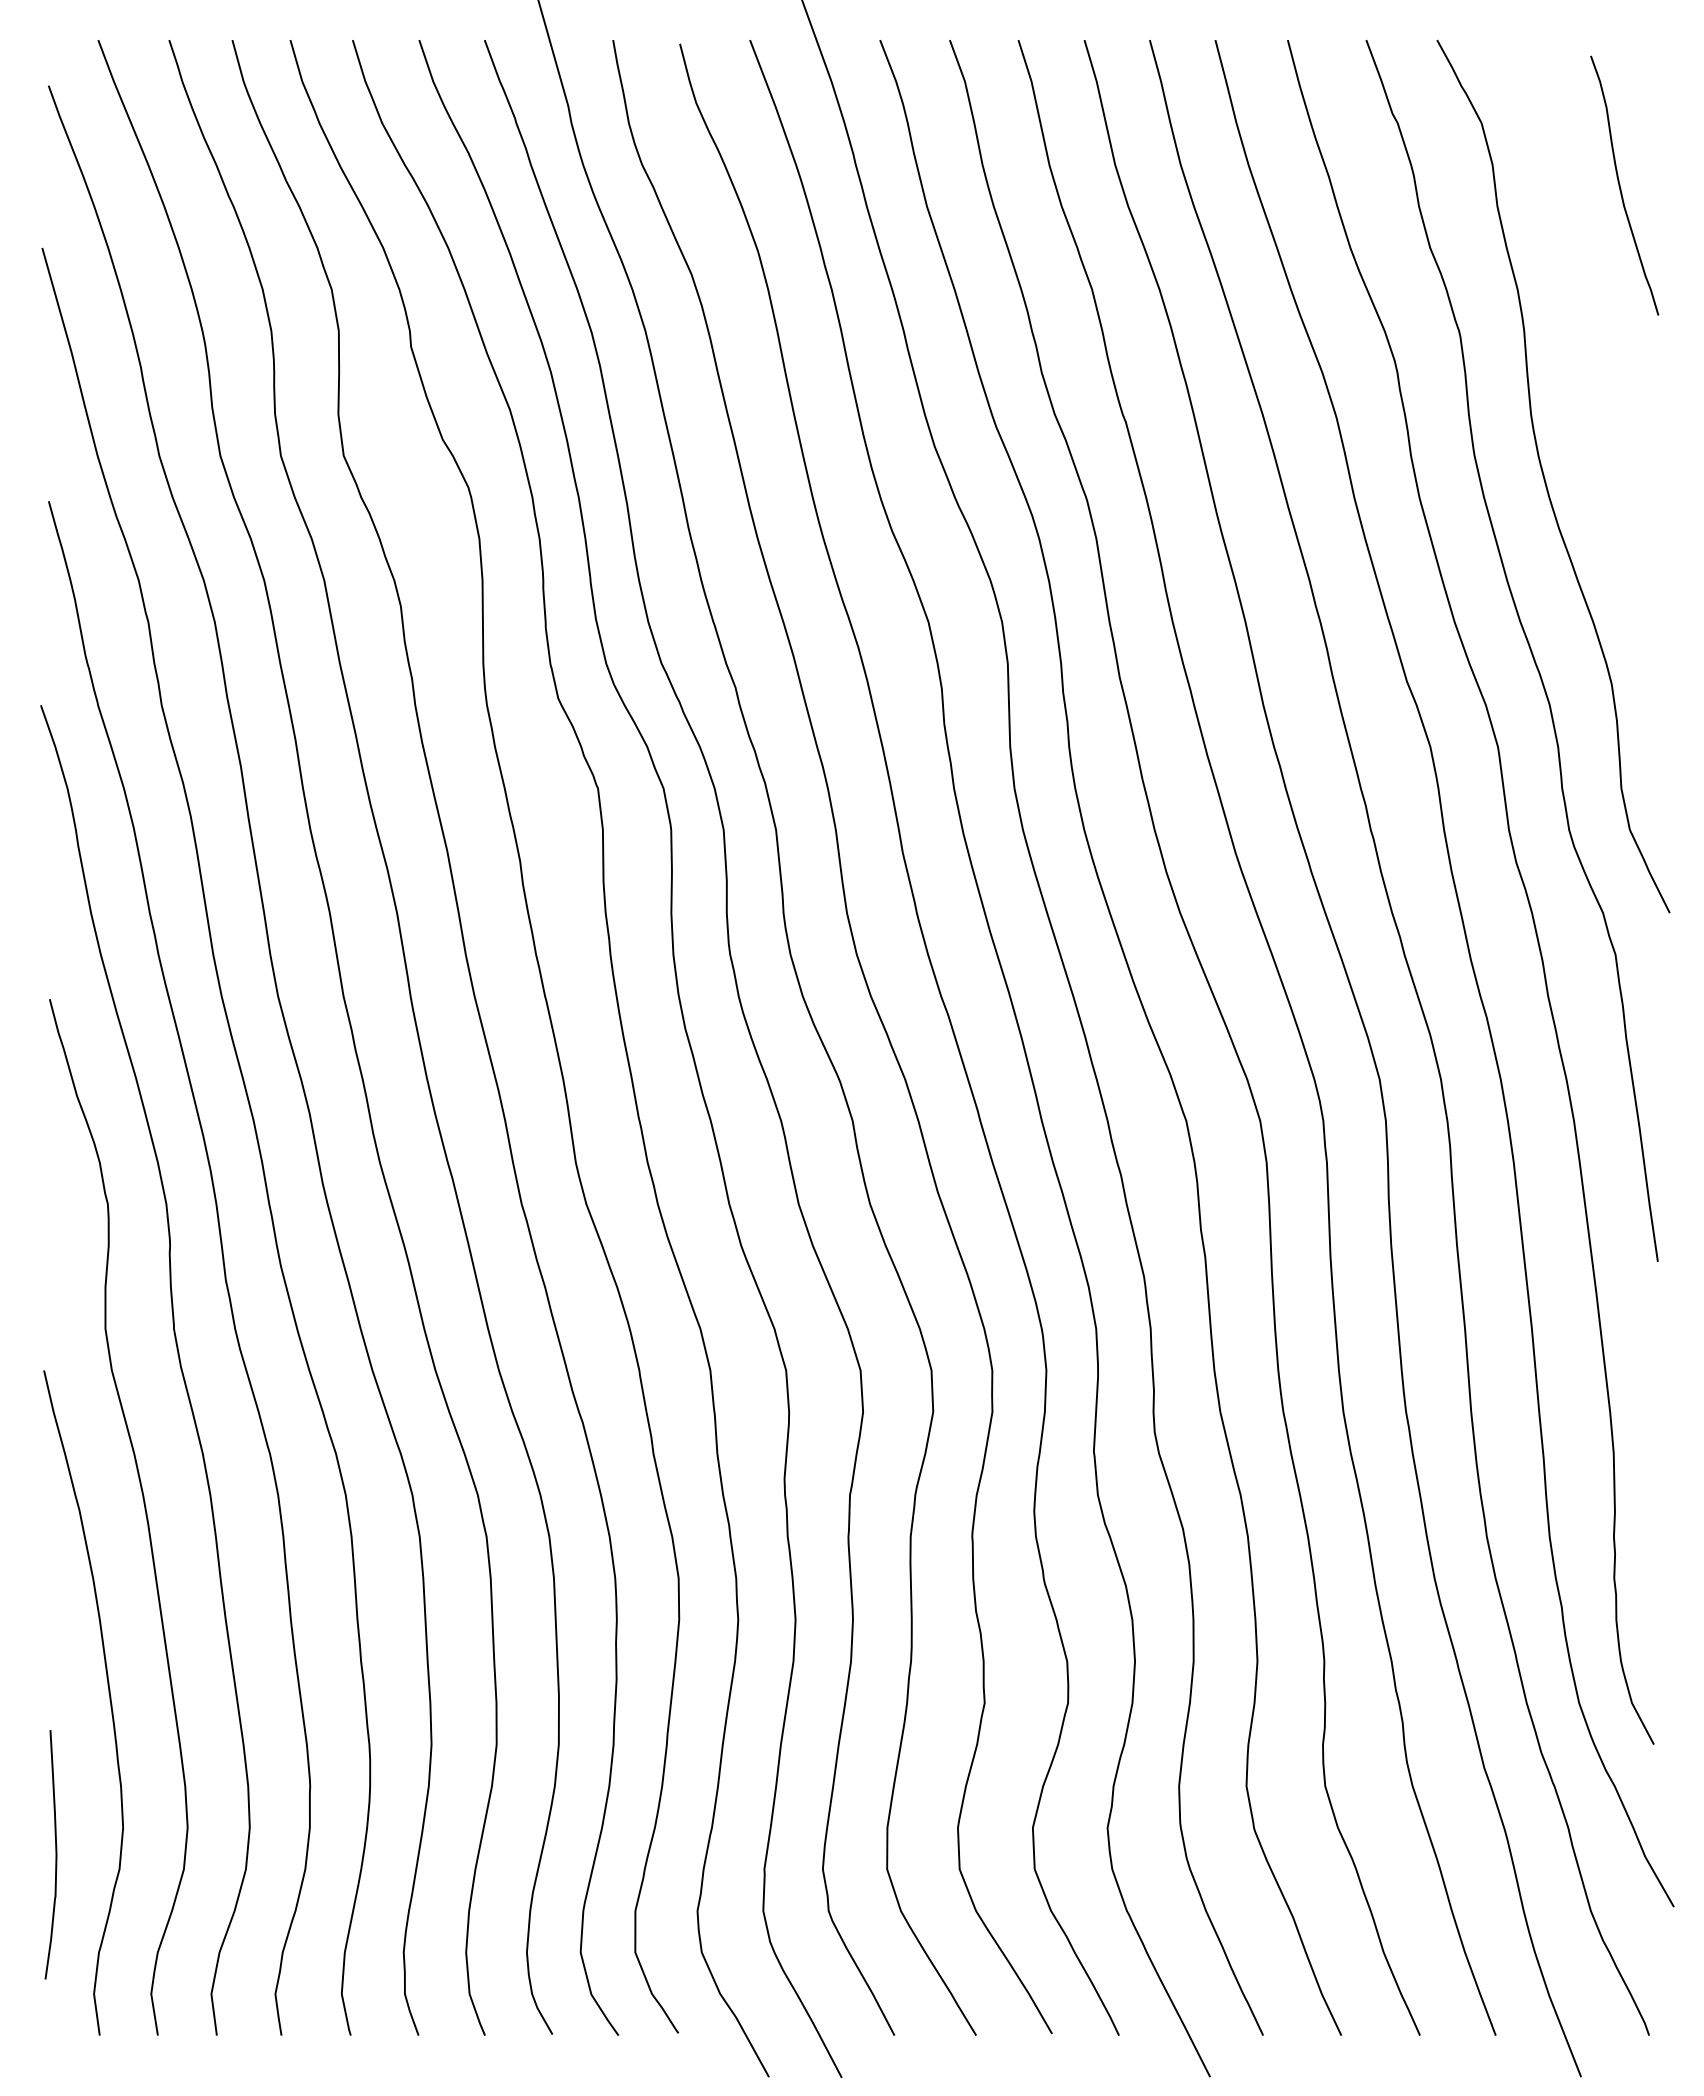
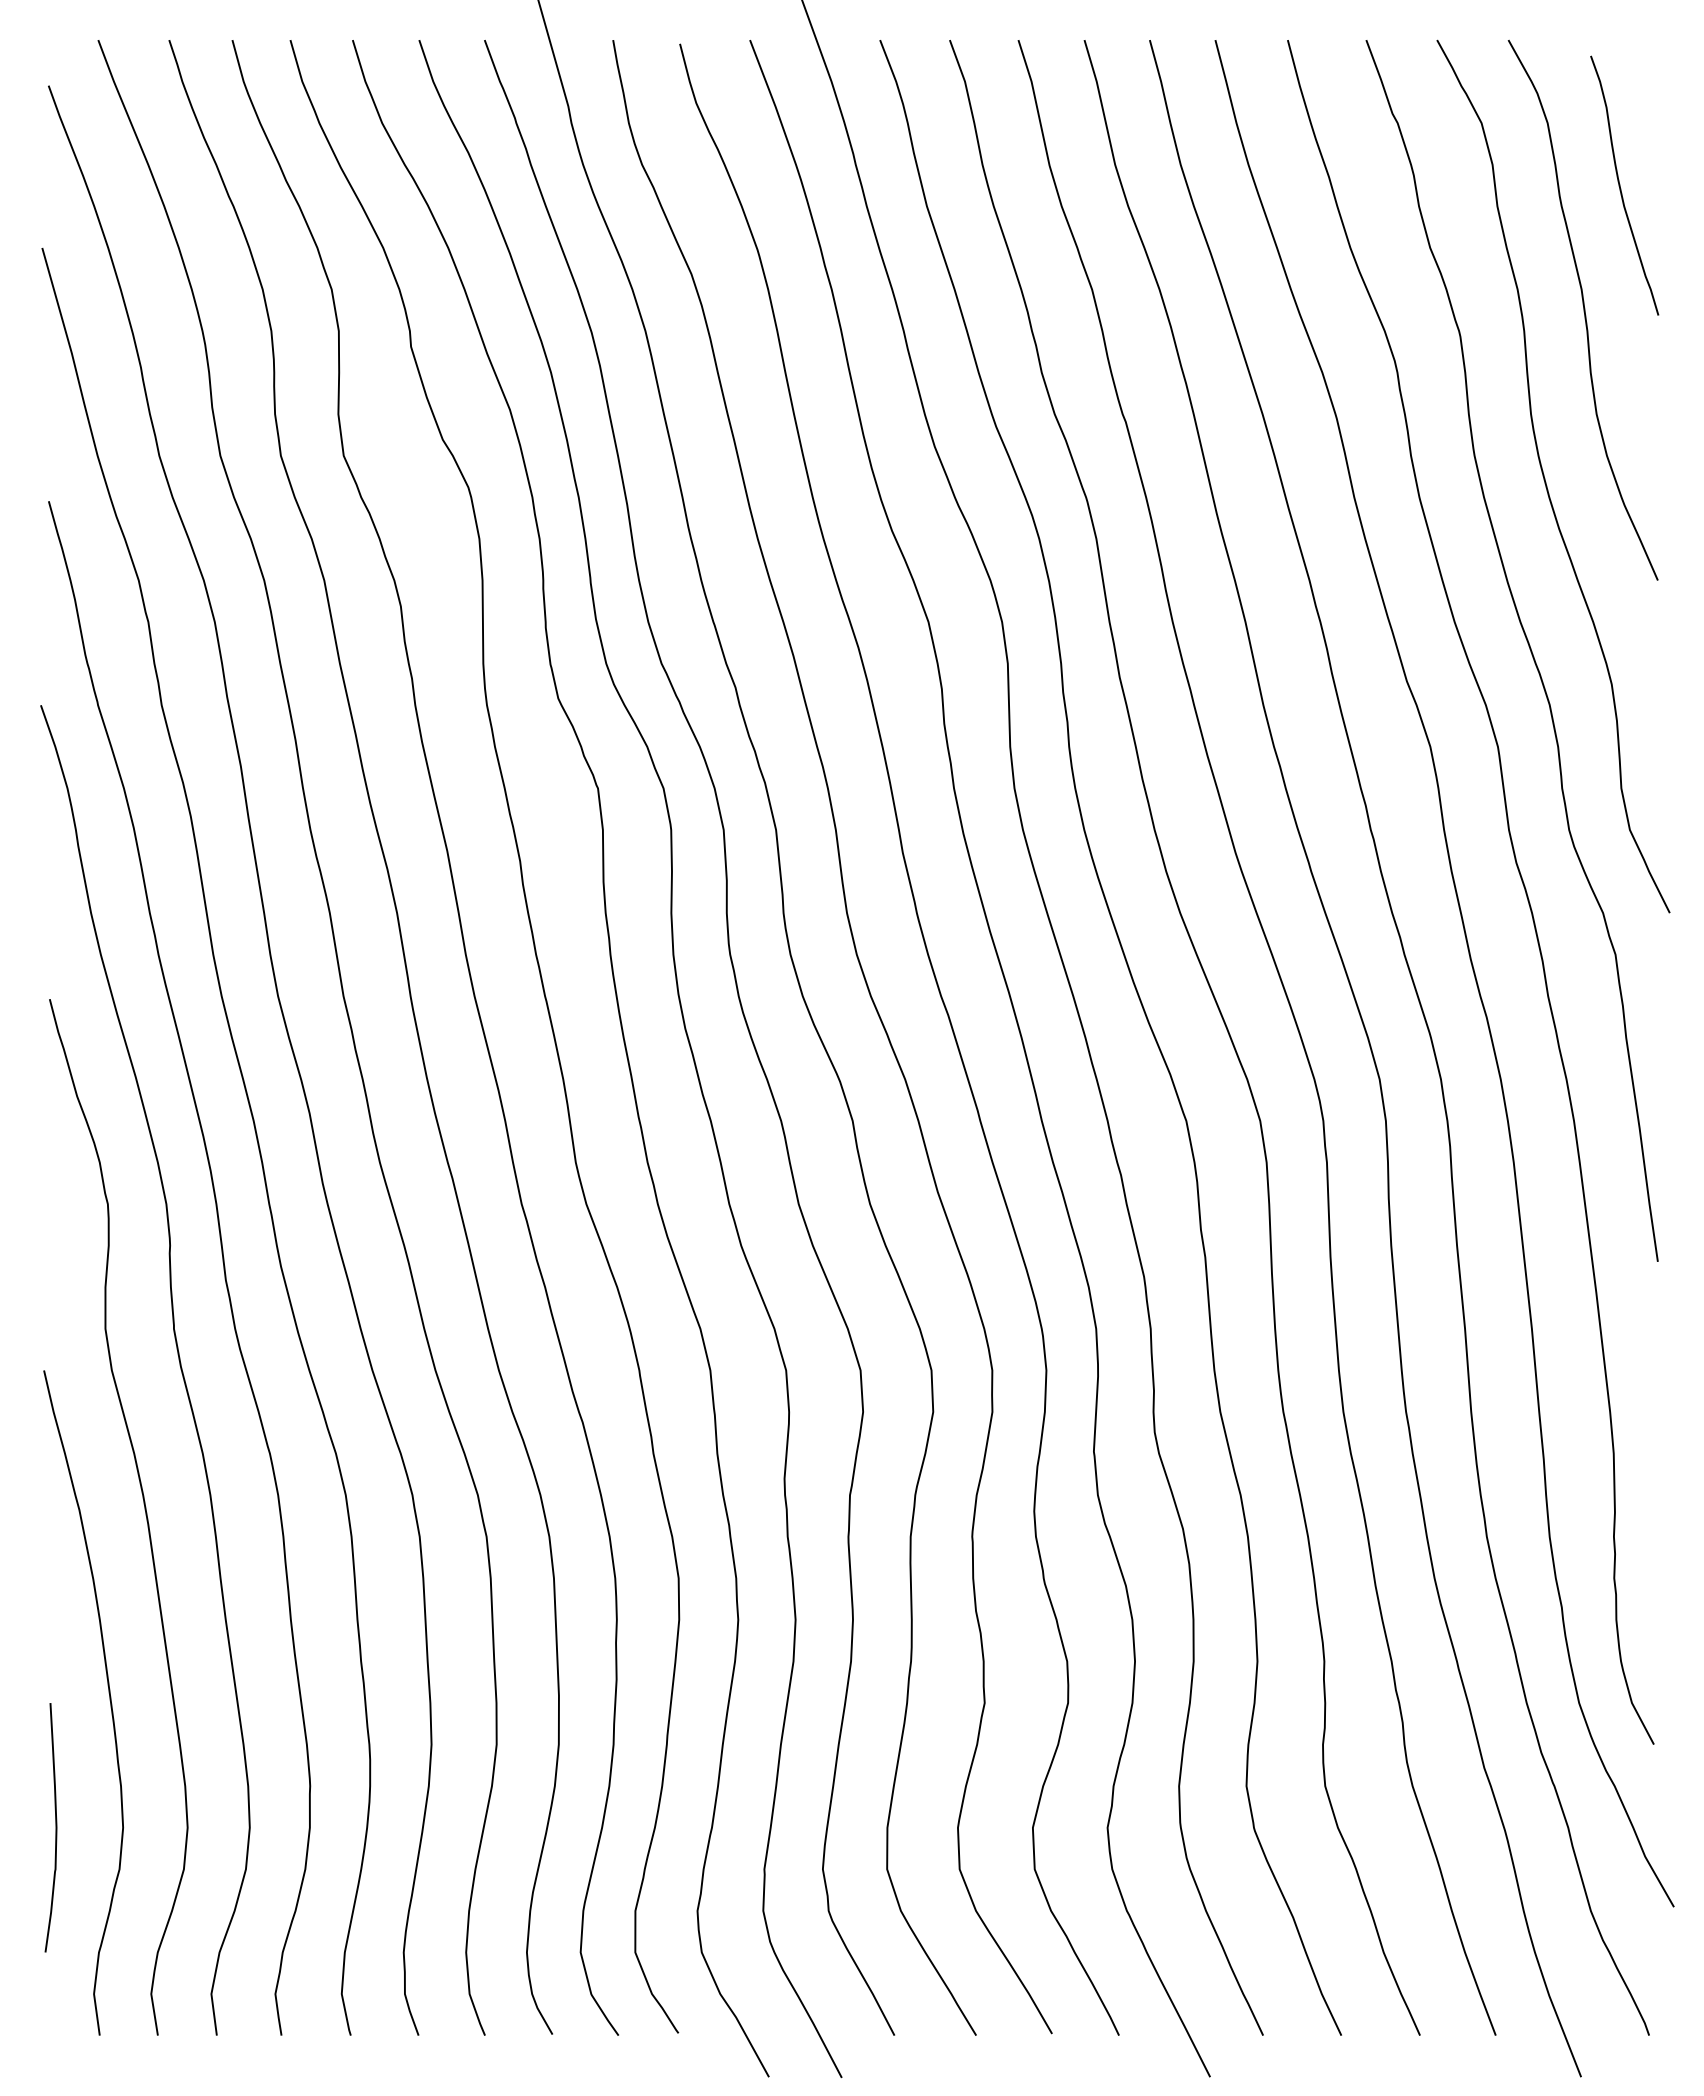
curve at (1583, 309): none -> present
curve at (55, 1854) position: (55, 1854) -> (55, 1827)
